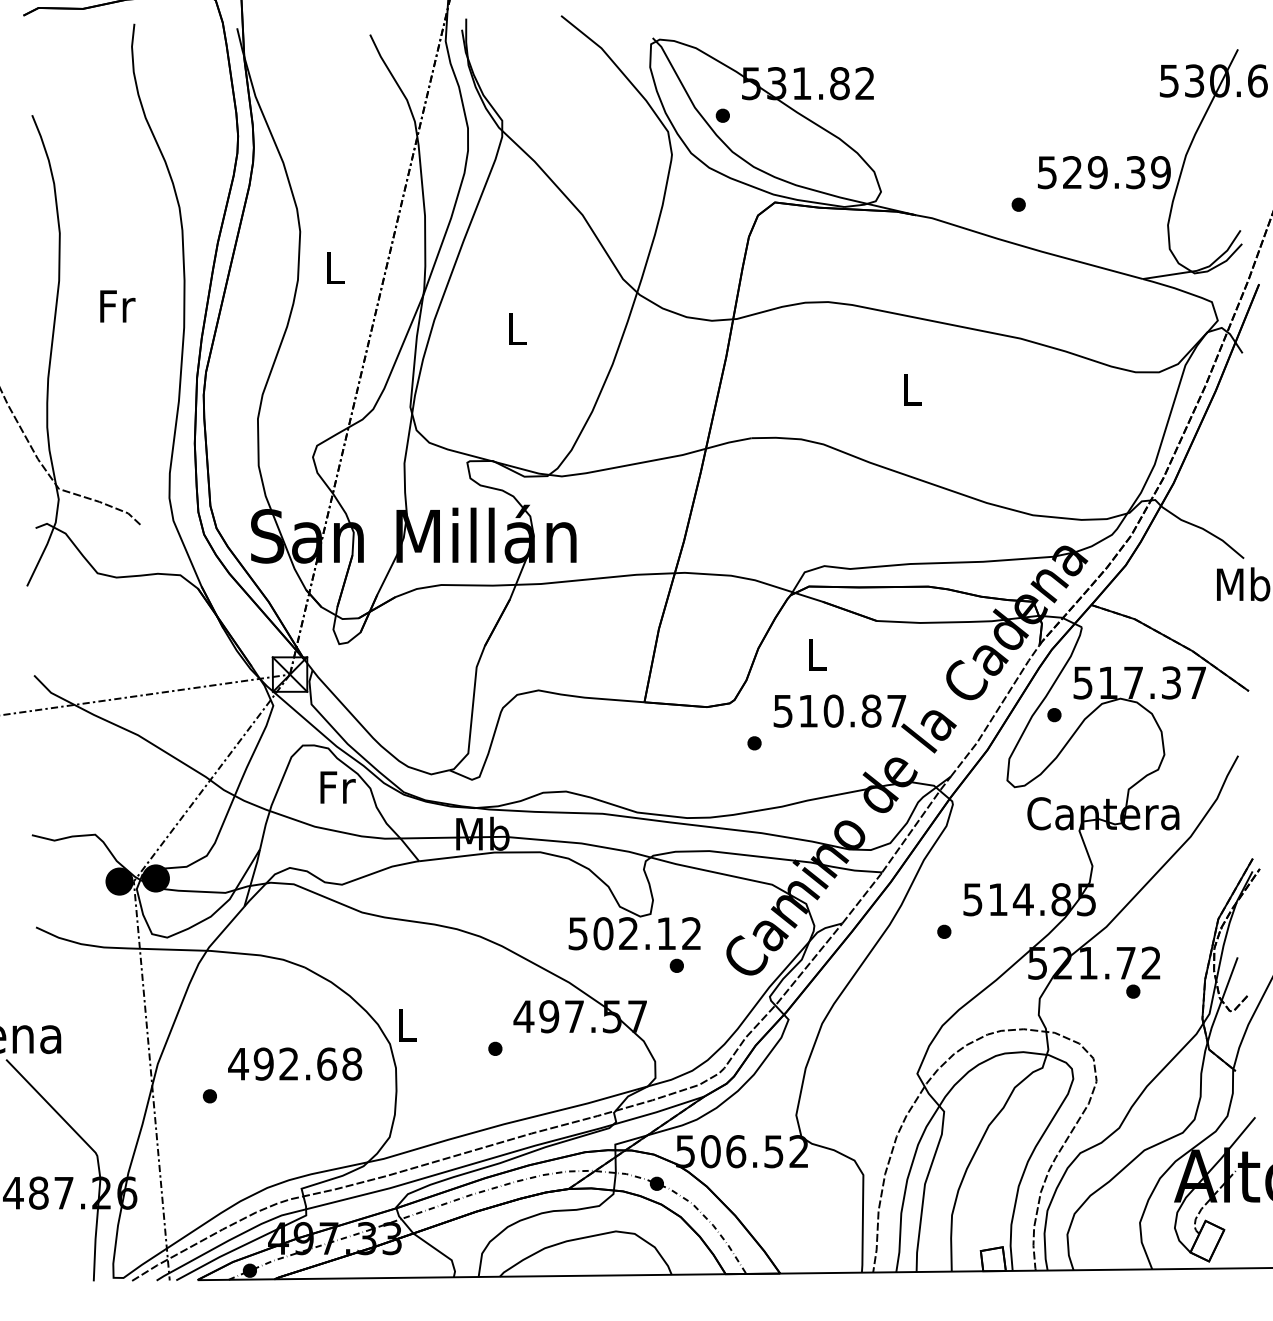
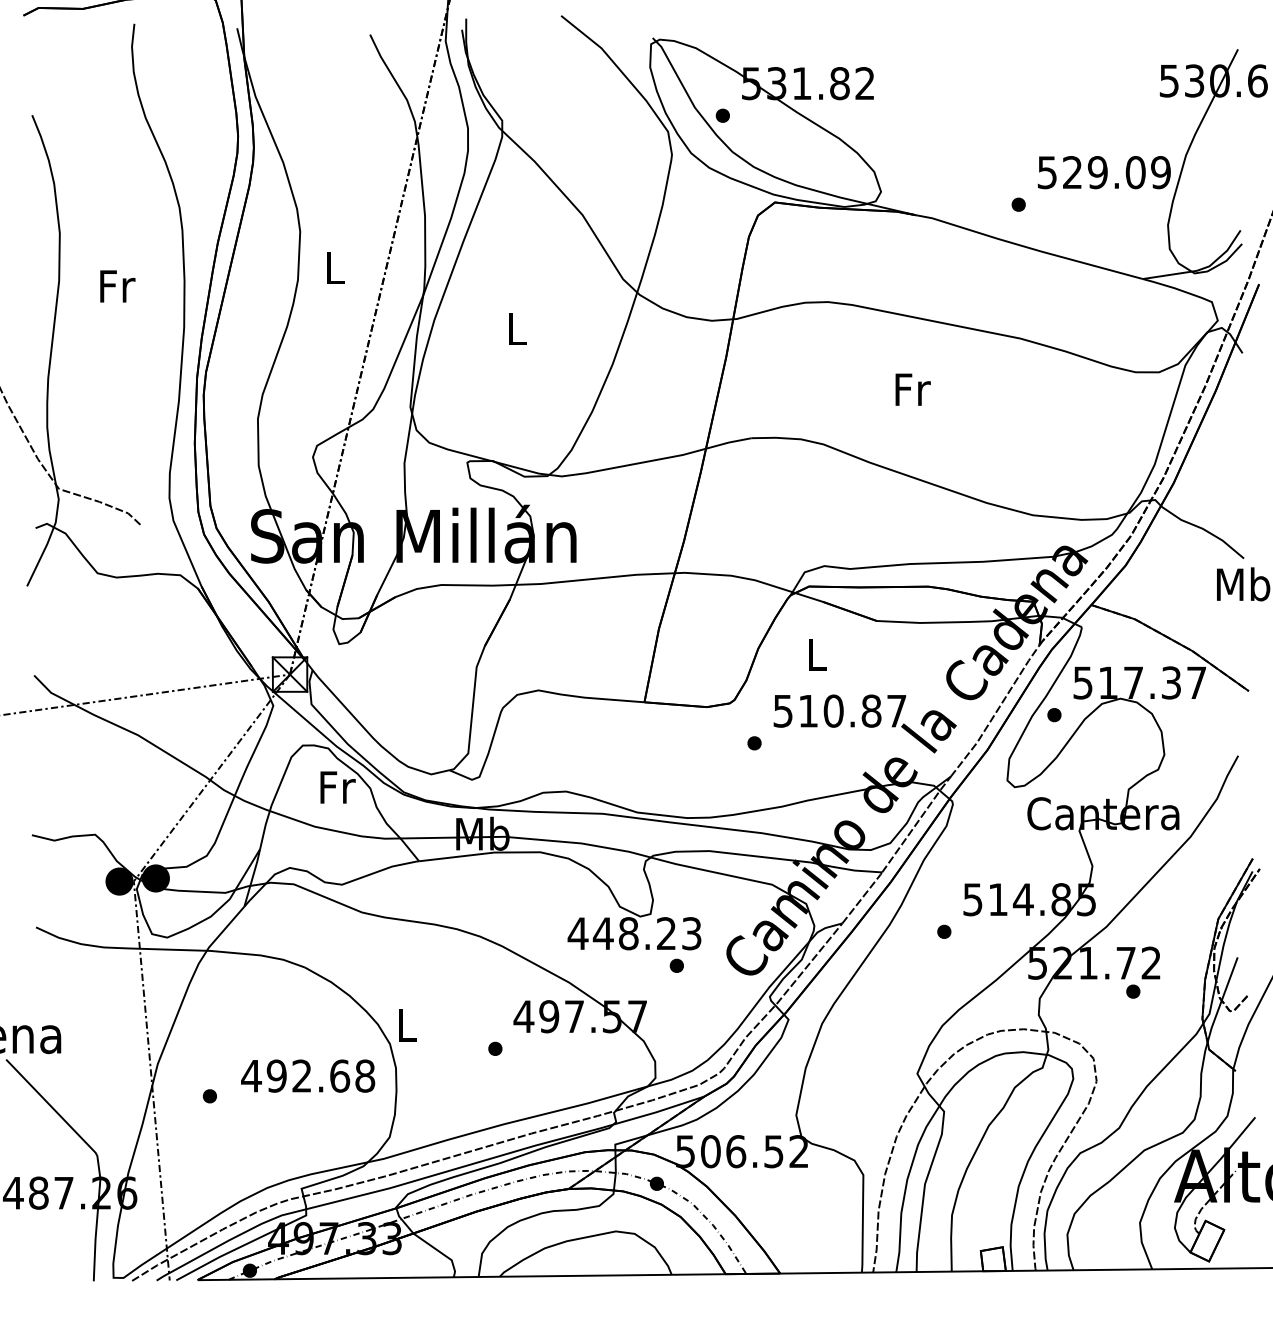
text at (1135, 172): 529.39 -> 529.09
text at (117, 306) position: (117, 306) -> (117, 286)
text at (912, 389): L -> Fr
text at (634, 933): 502.12 -> 448.23
text at (295, 1063) position: (295, 1063) -> (308, 1075)
